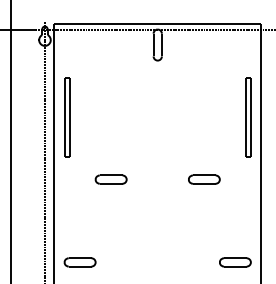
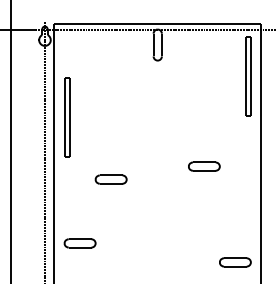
part at (248, 117) position: (248, 117) -> (248, 76)
part at (204, 179) position: (204, 179) -> (204, 166)
part at (79, 262) position: (79, 262) -> (79, 243)
